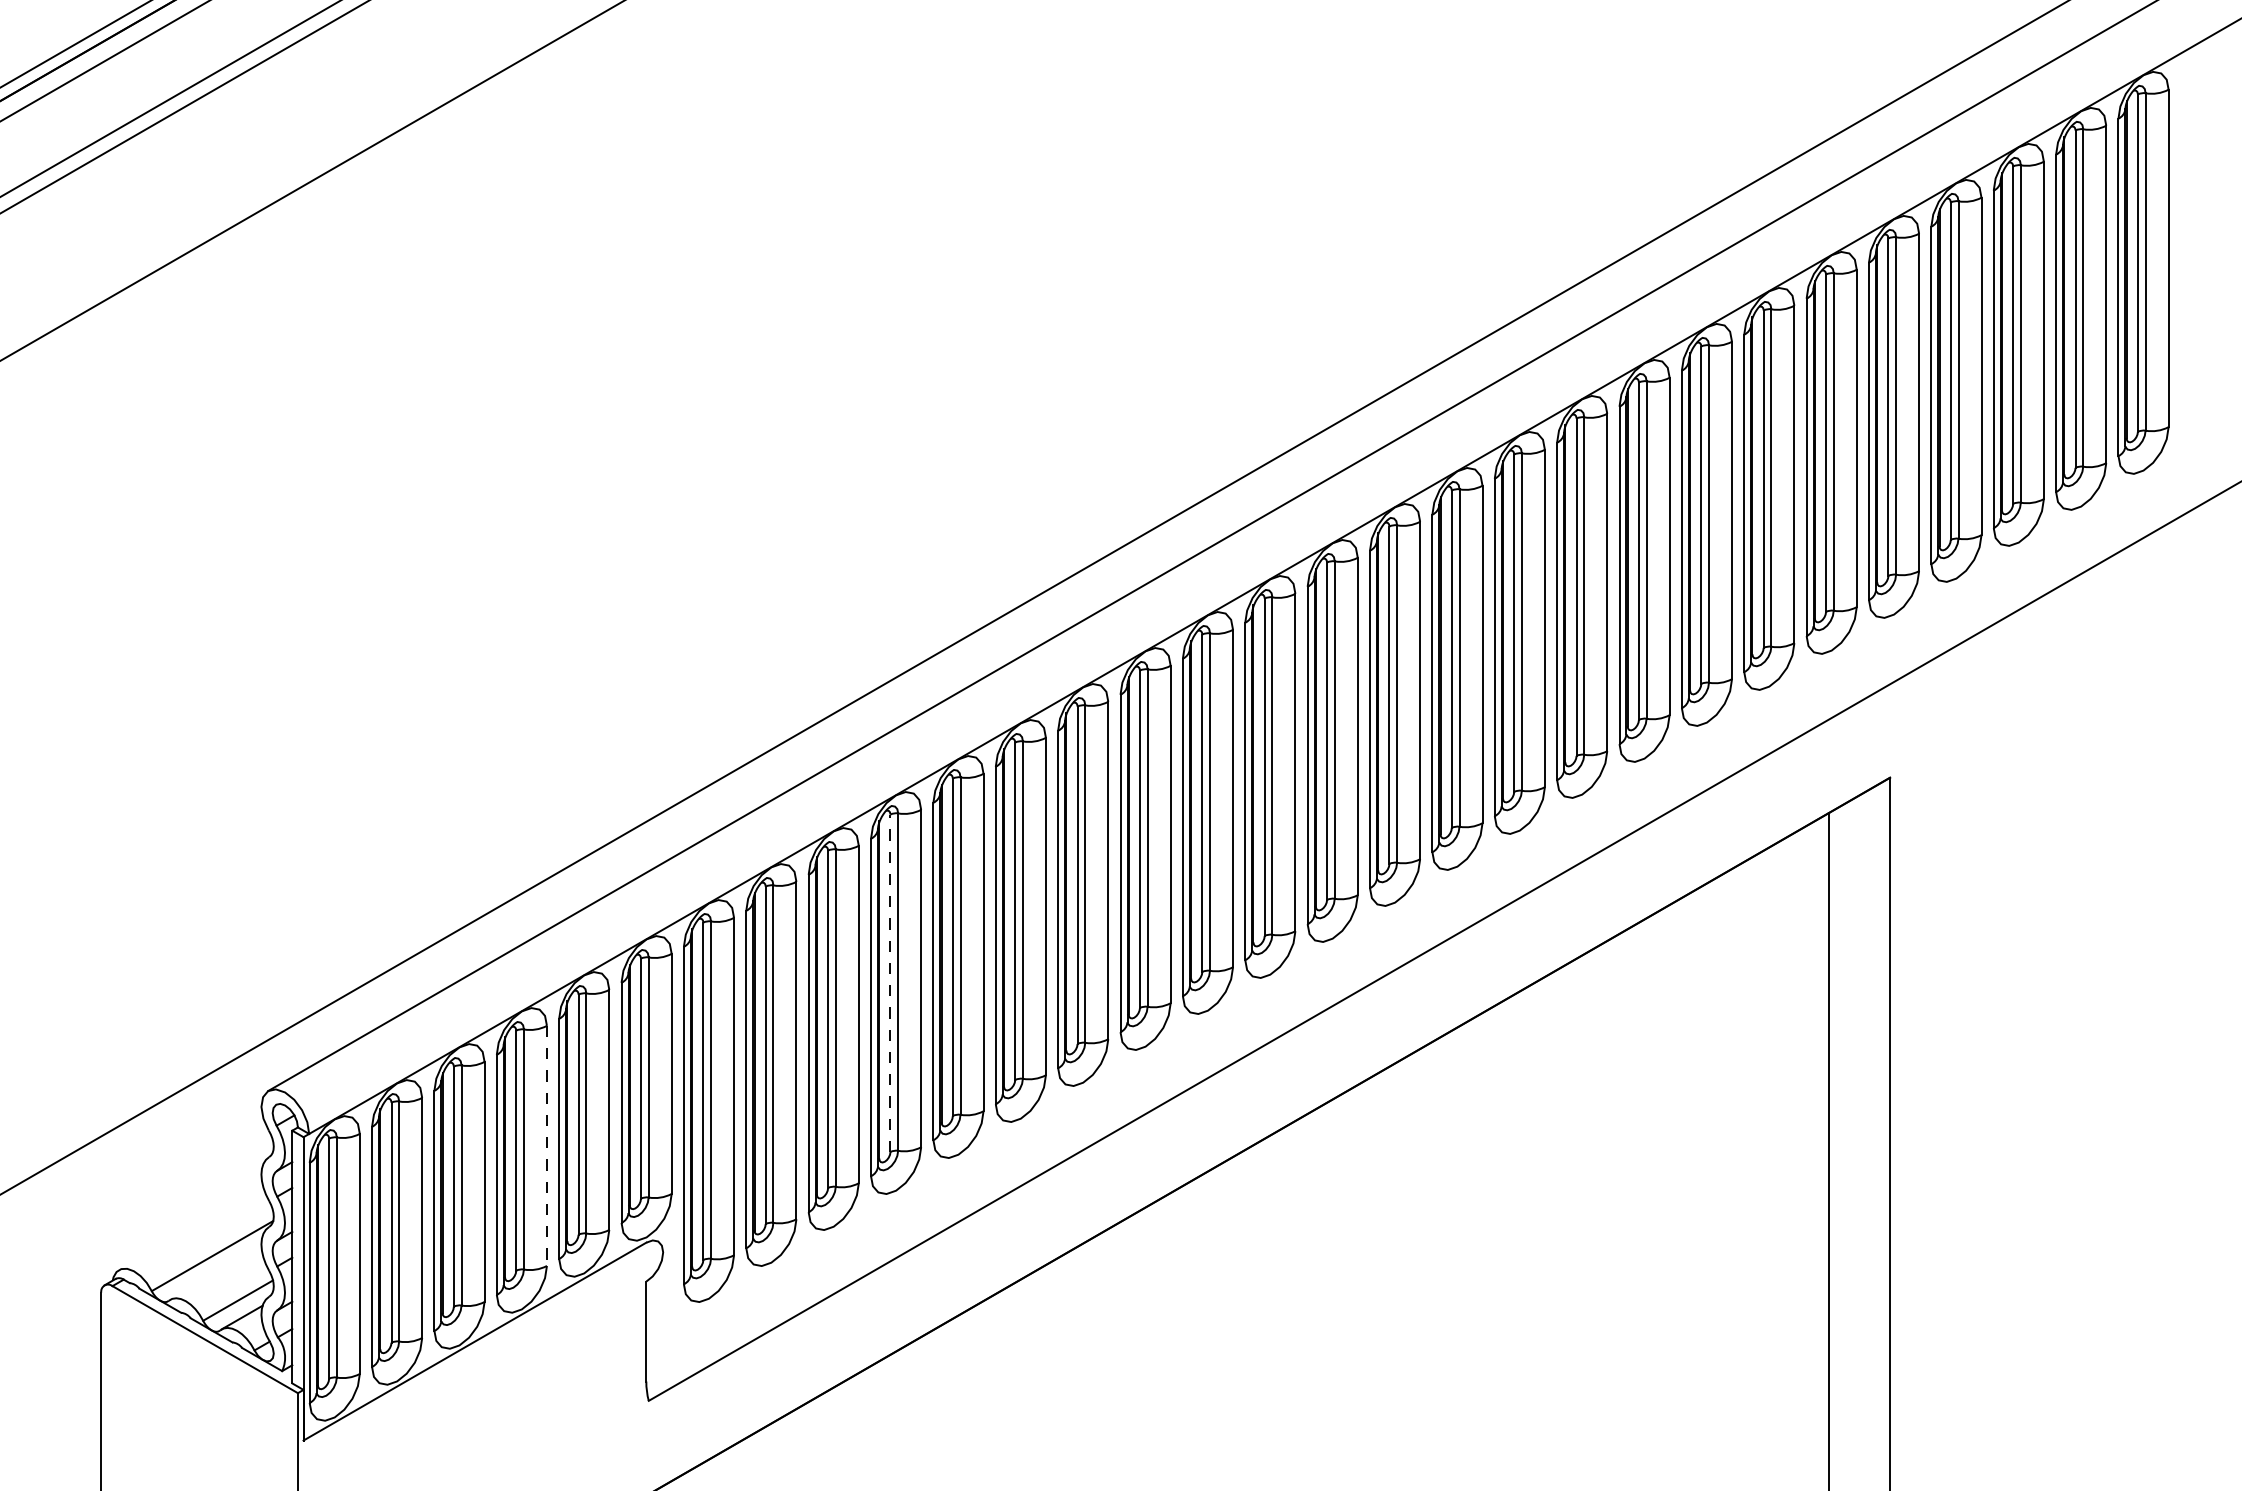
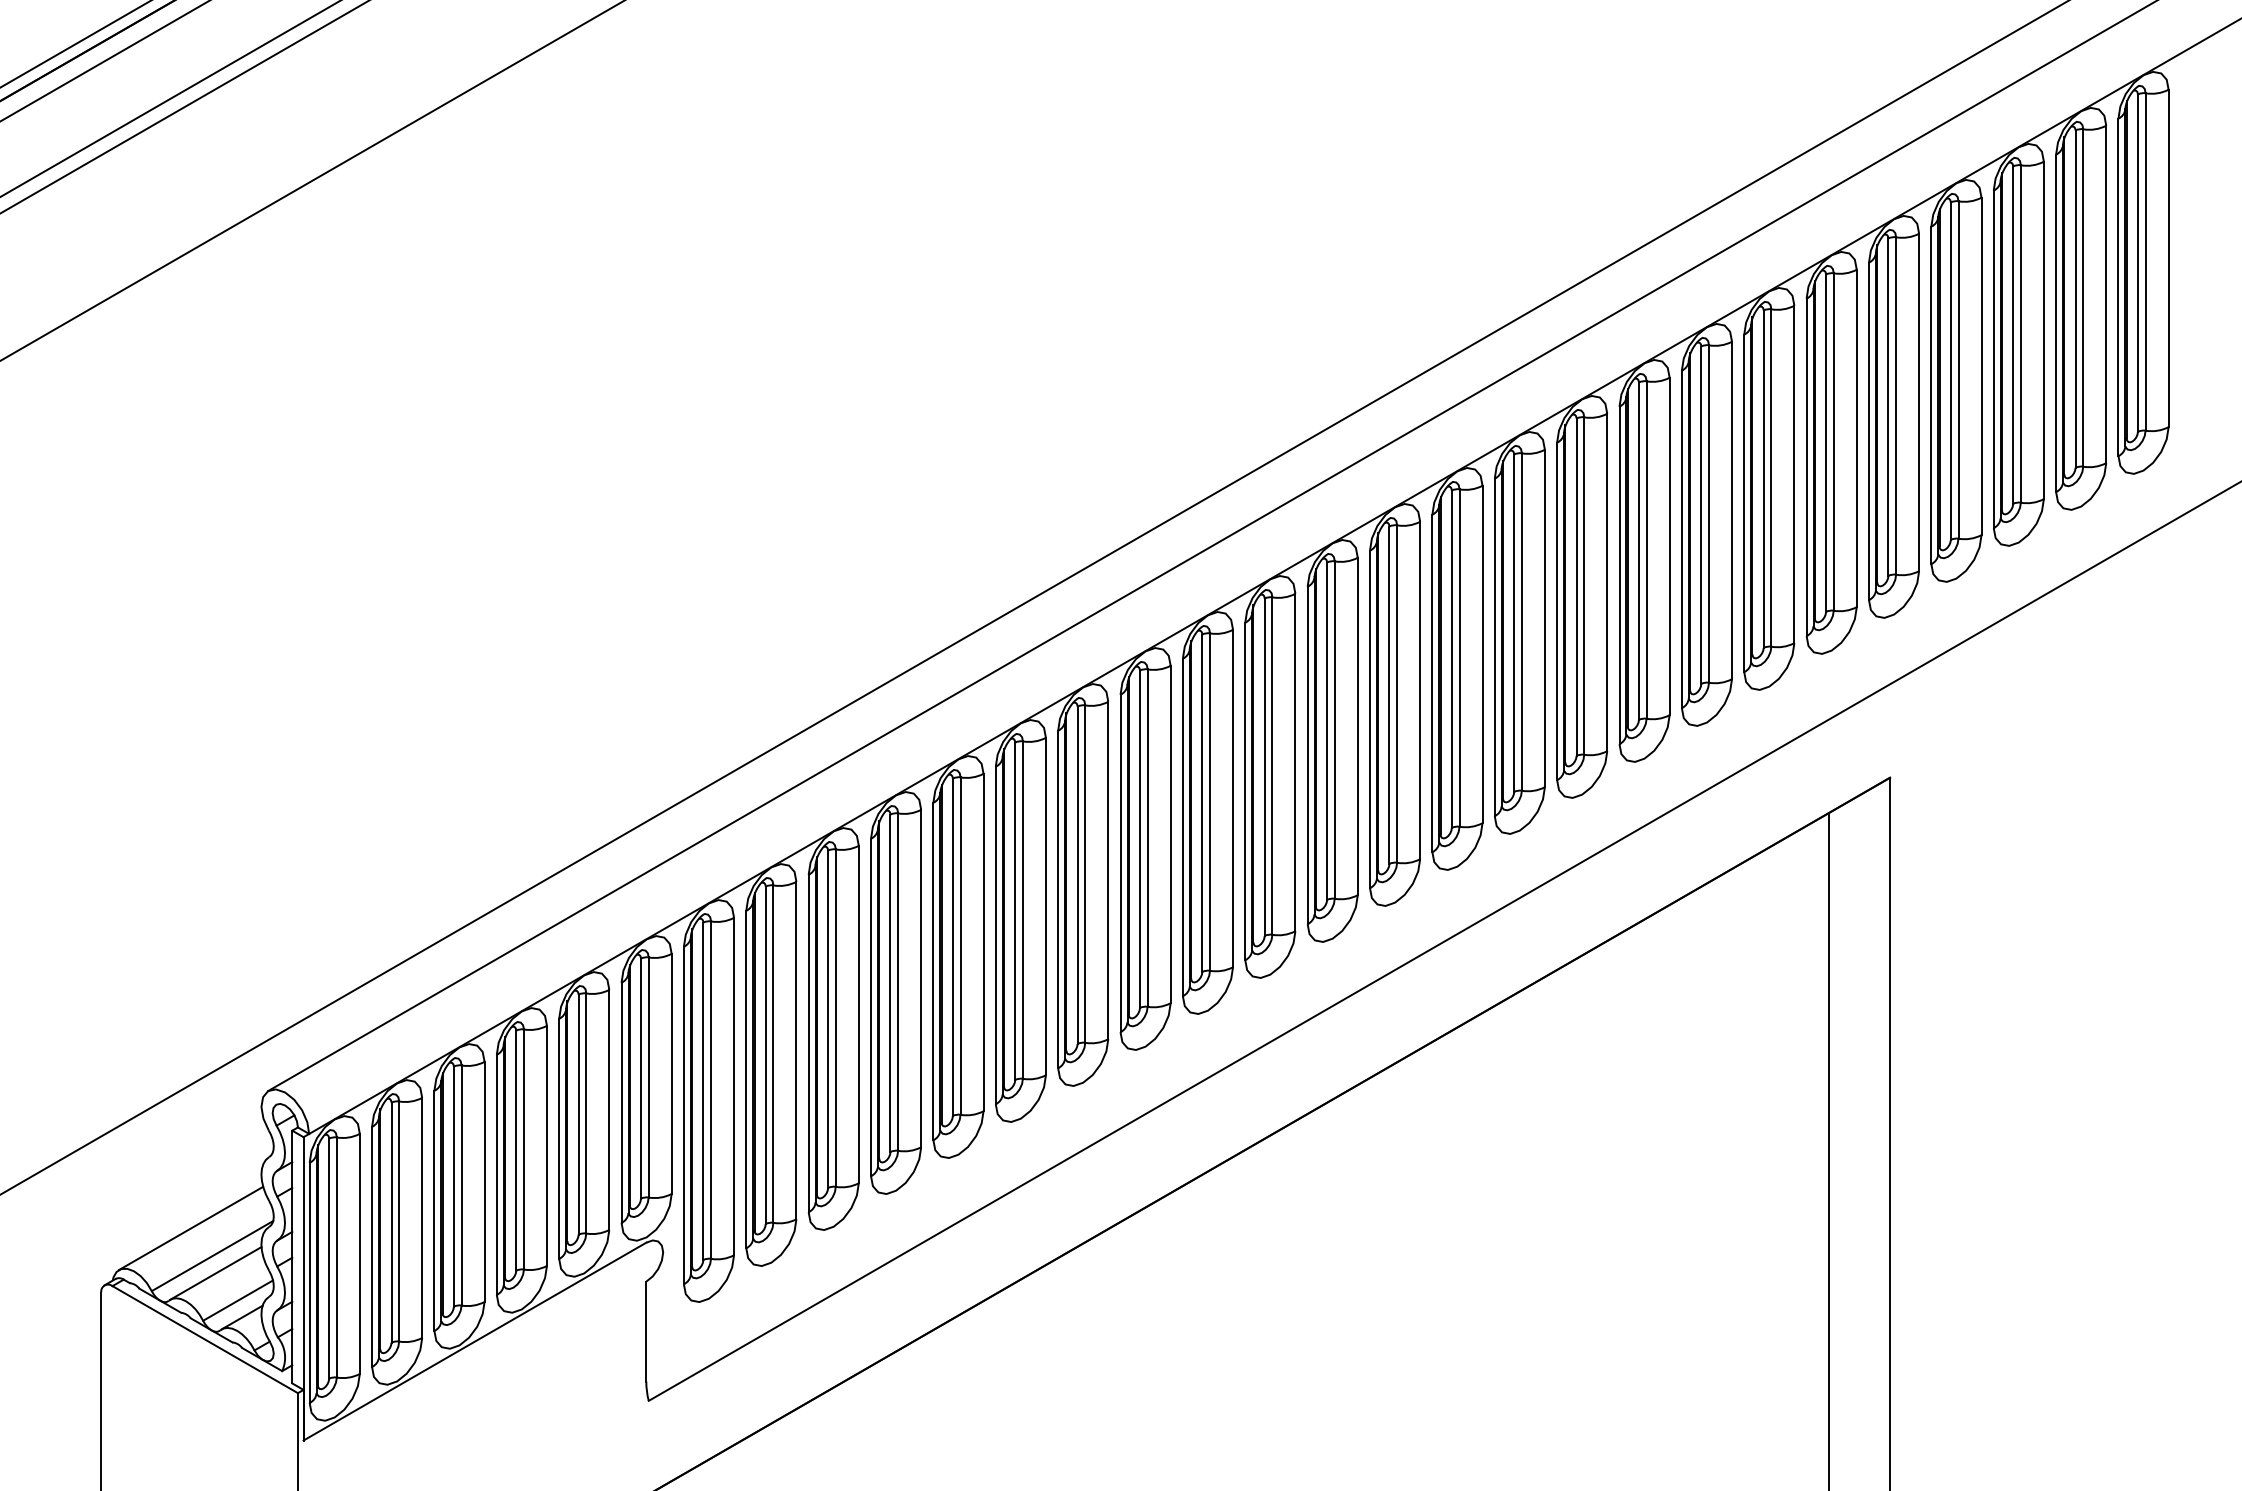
line at (890, 983): dashed -> solid
line at (546, 1146): dashed -> solid
line at (190, 1228): none -> present
line at (215, 1273): none -> present
